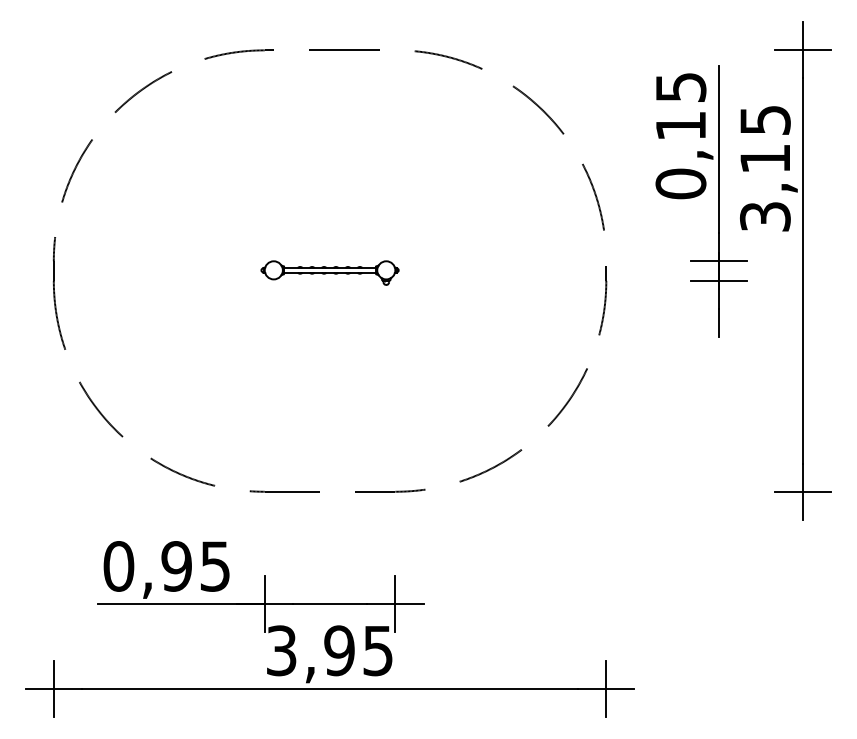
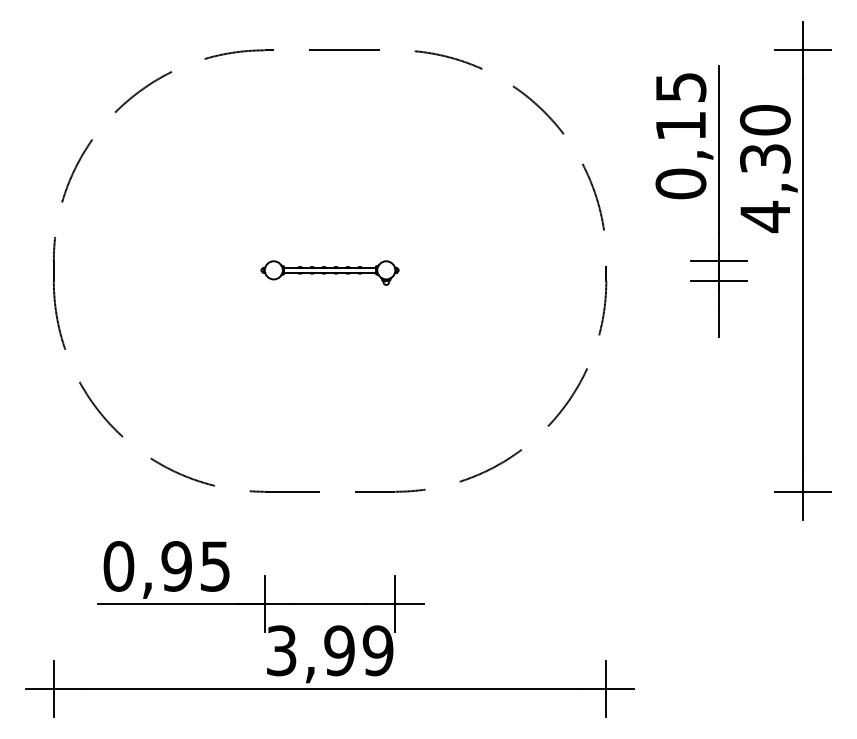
text at (764, 169): 3,15 -> 4,30
text at (377, 650): 3,95 -> 3,99
